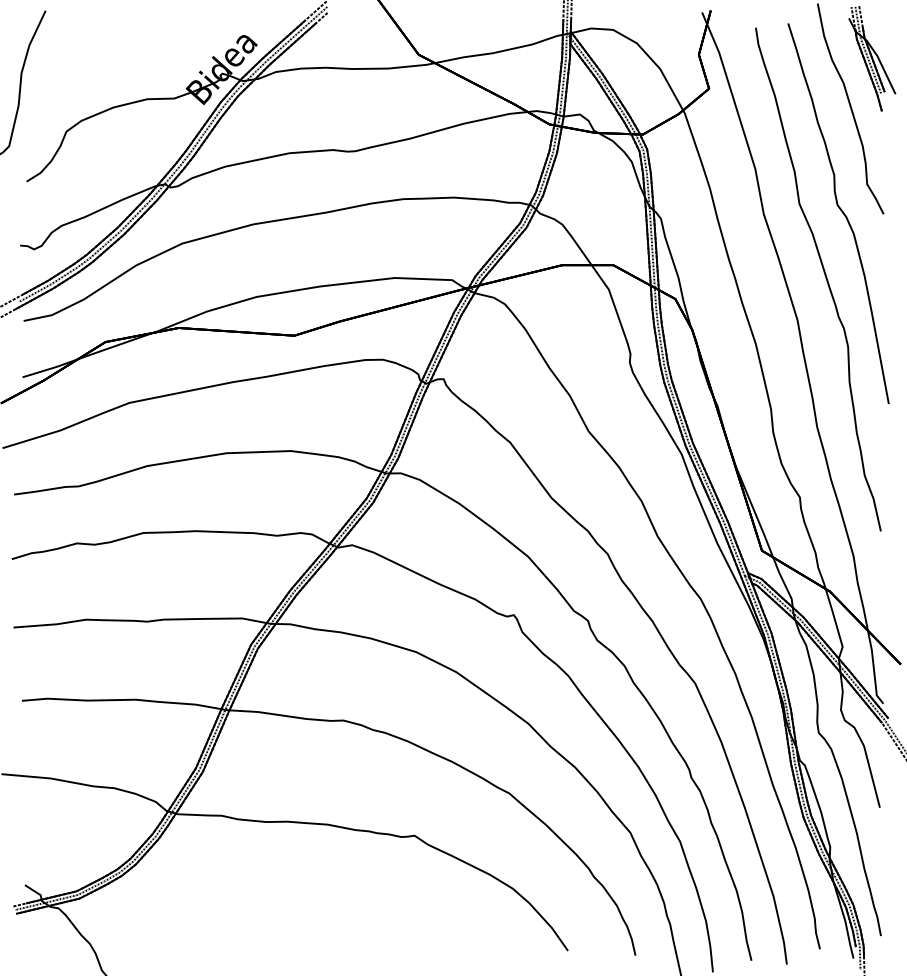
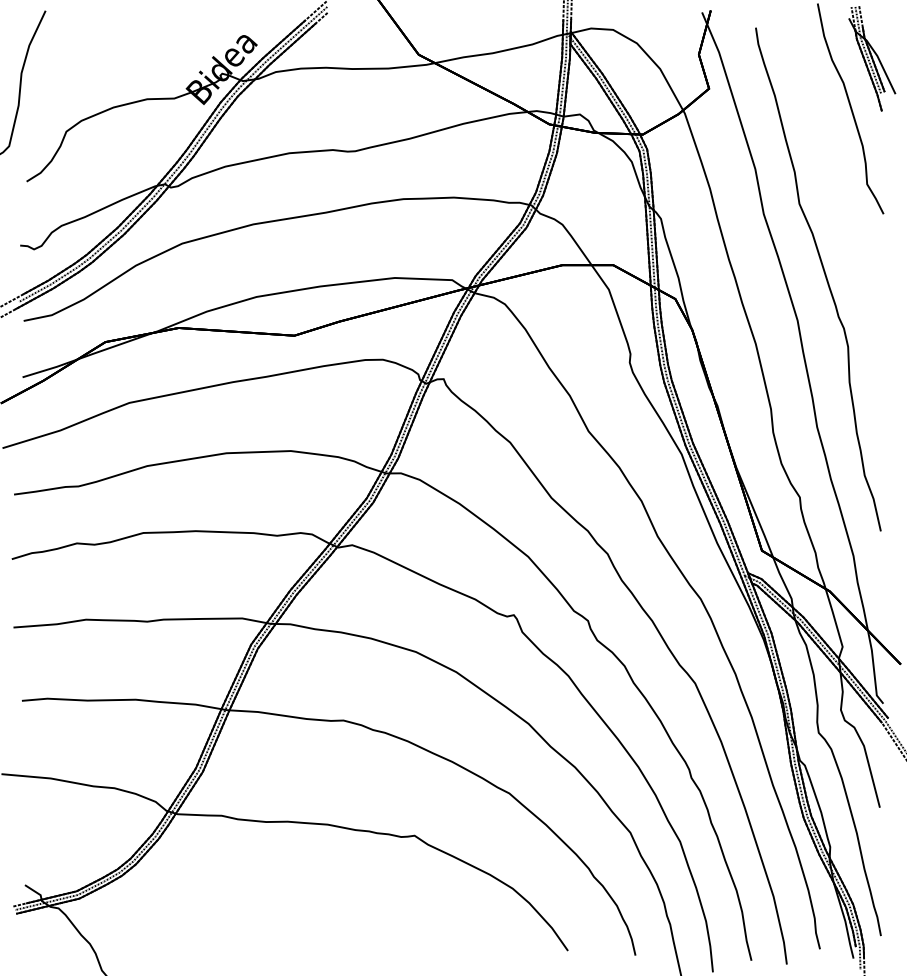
part at (838, 213): present -> none
